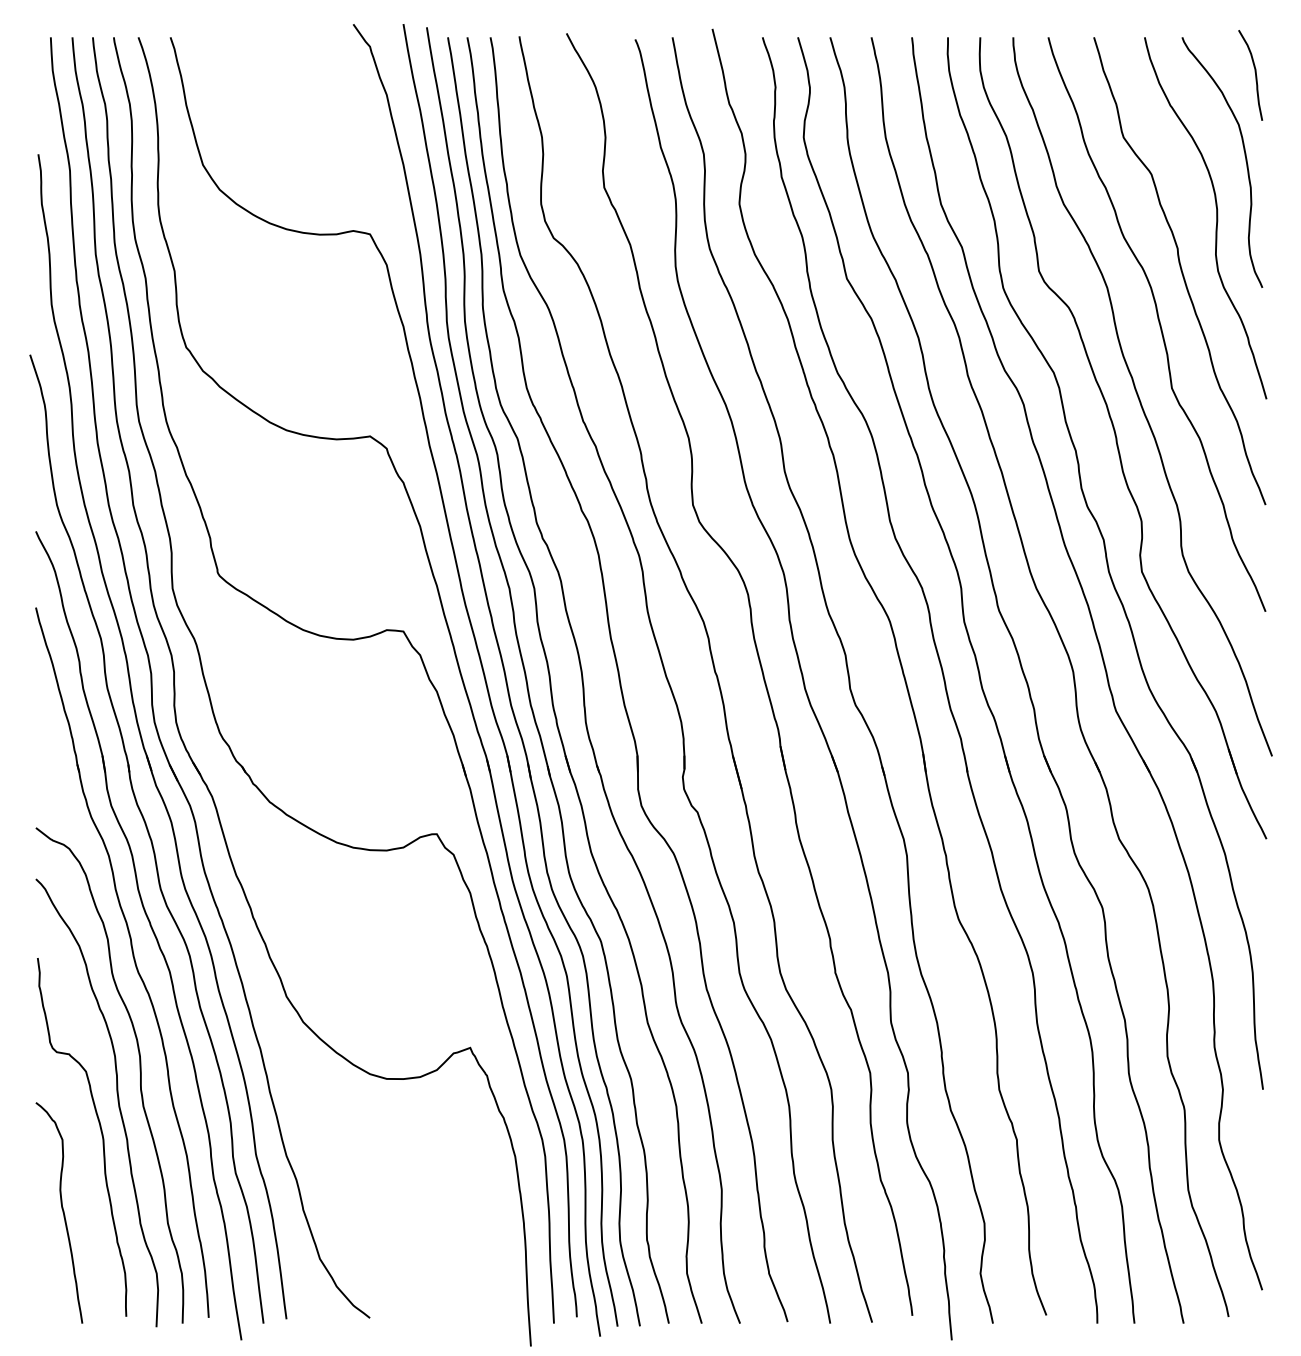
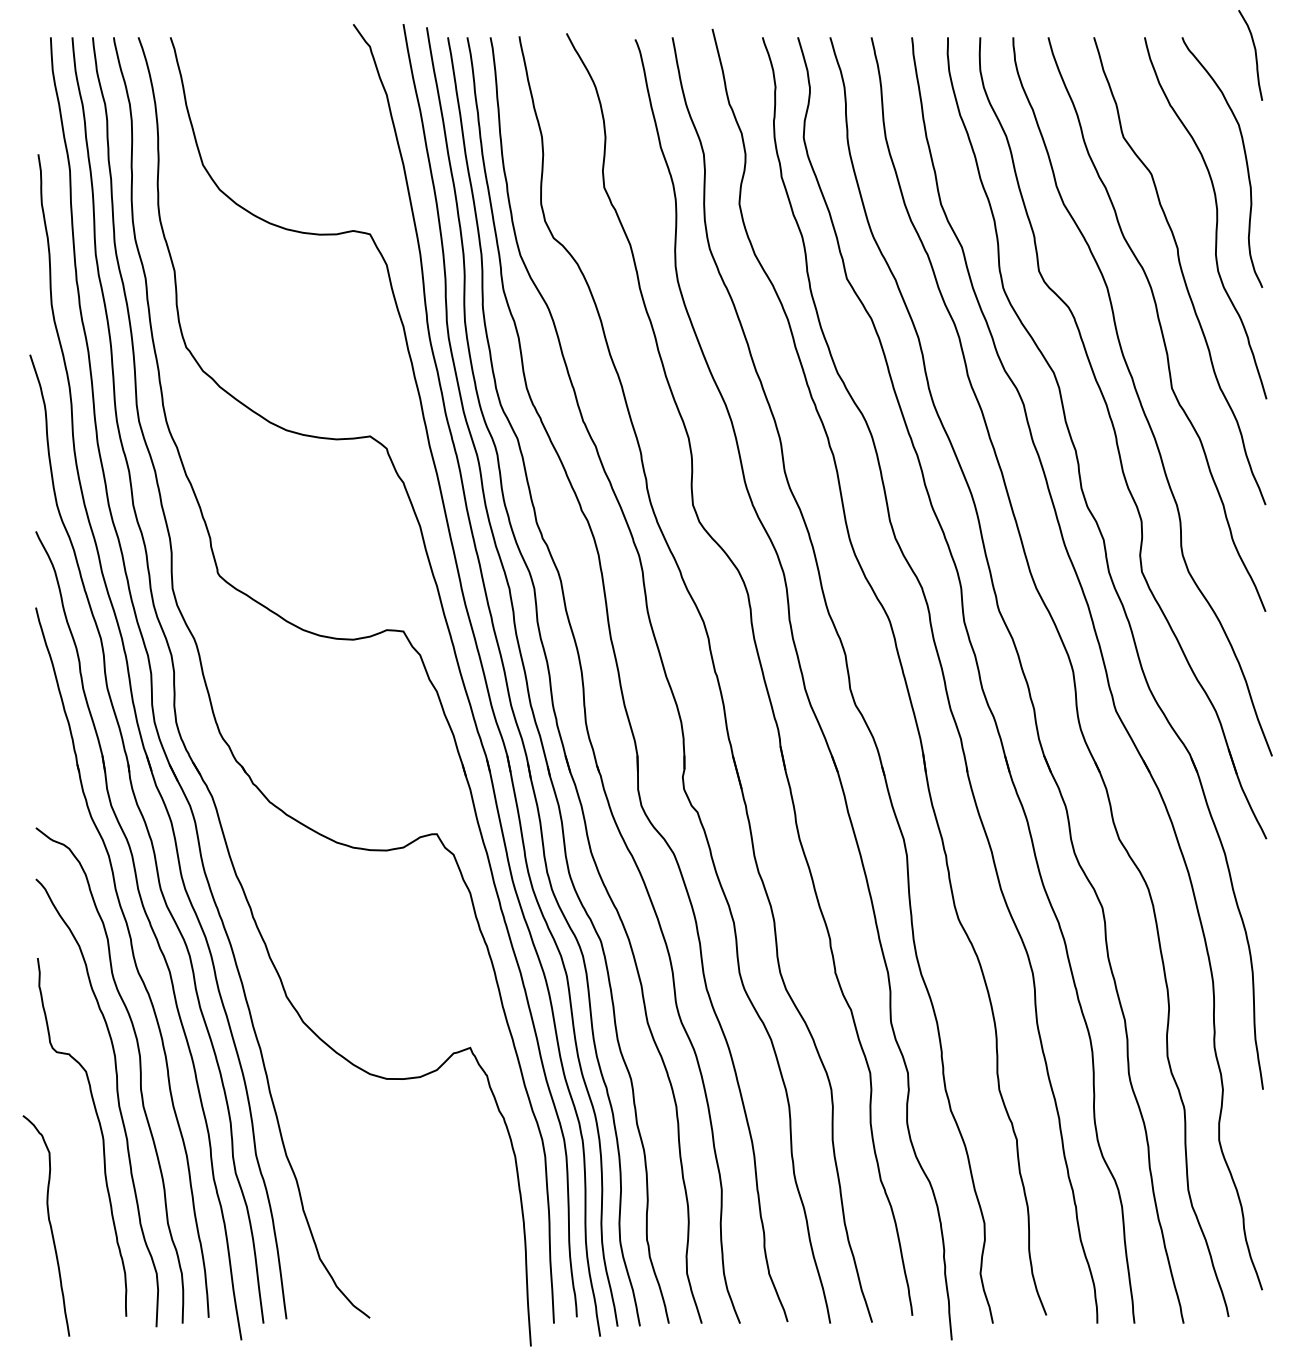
curve at (1254, 72) position: (1254, 72) -> (1254, 52)
curve at (62, 1212) position: (62, 1212) -> (49, 1225)
